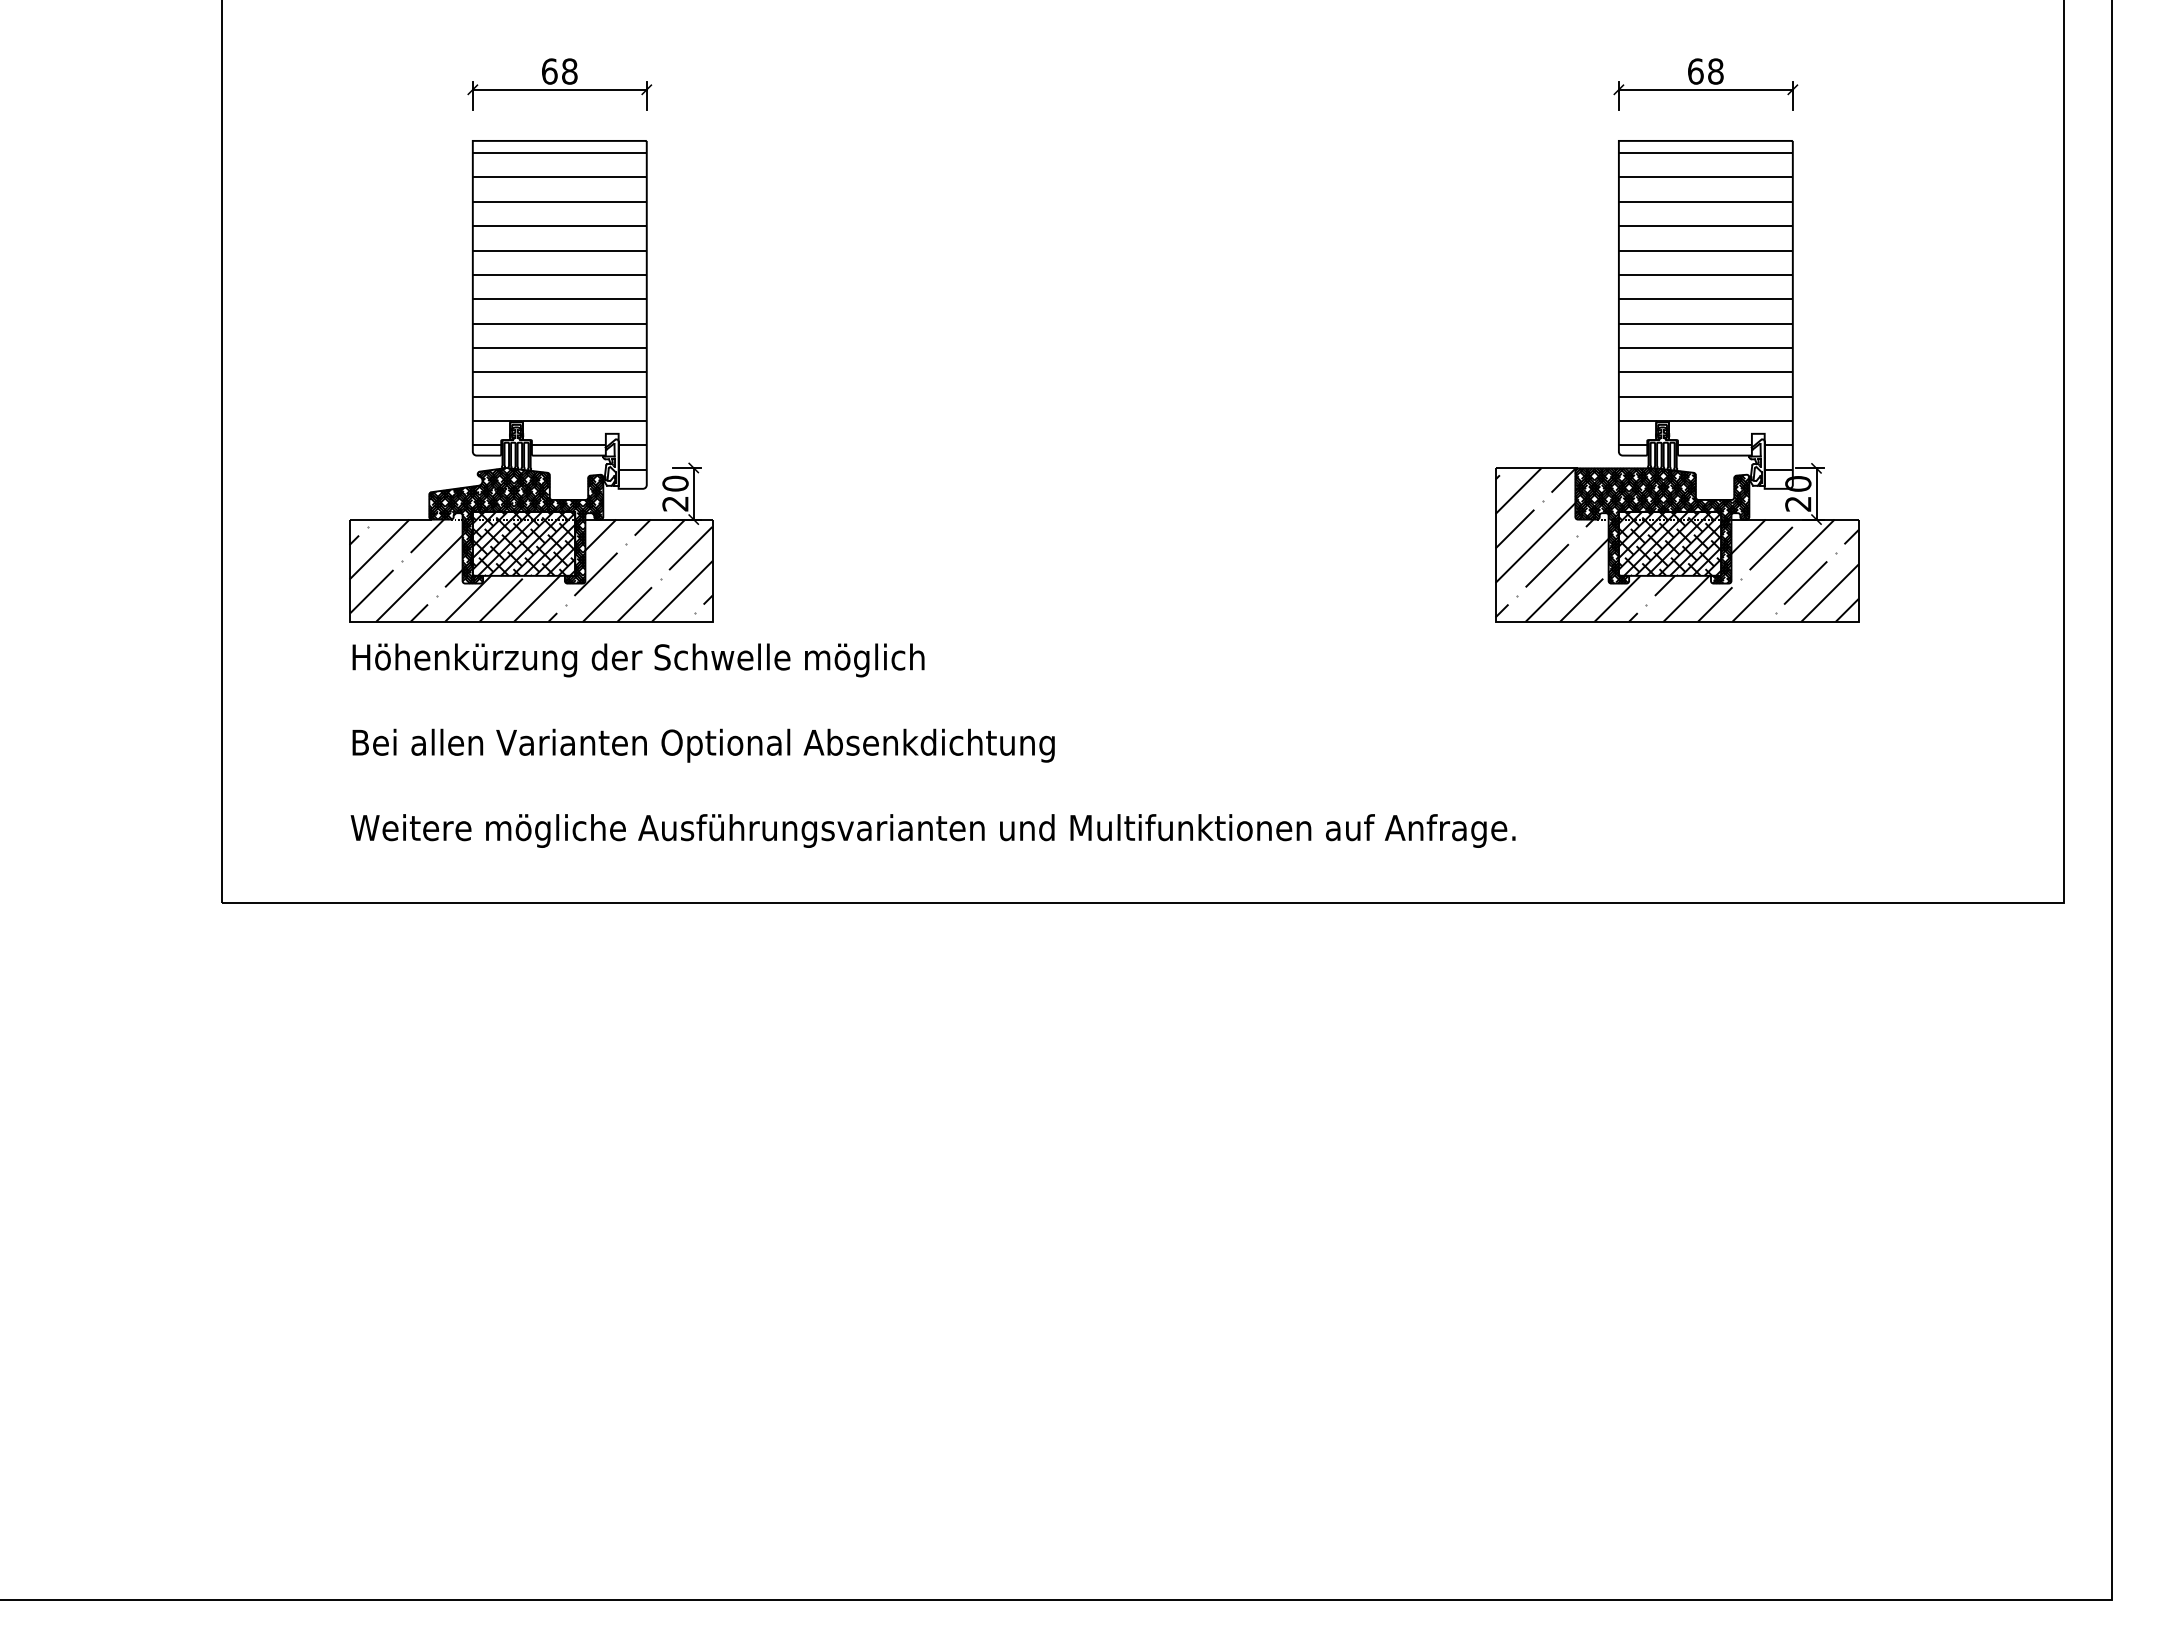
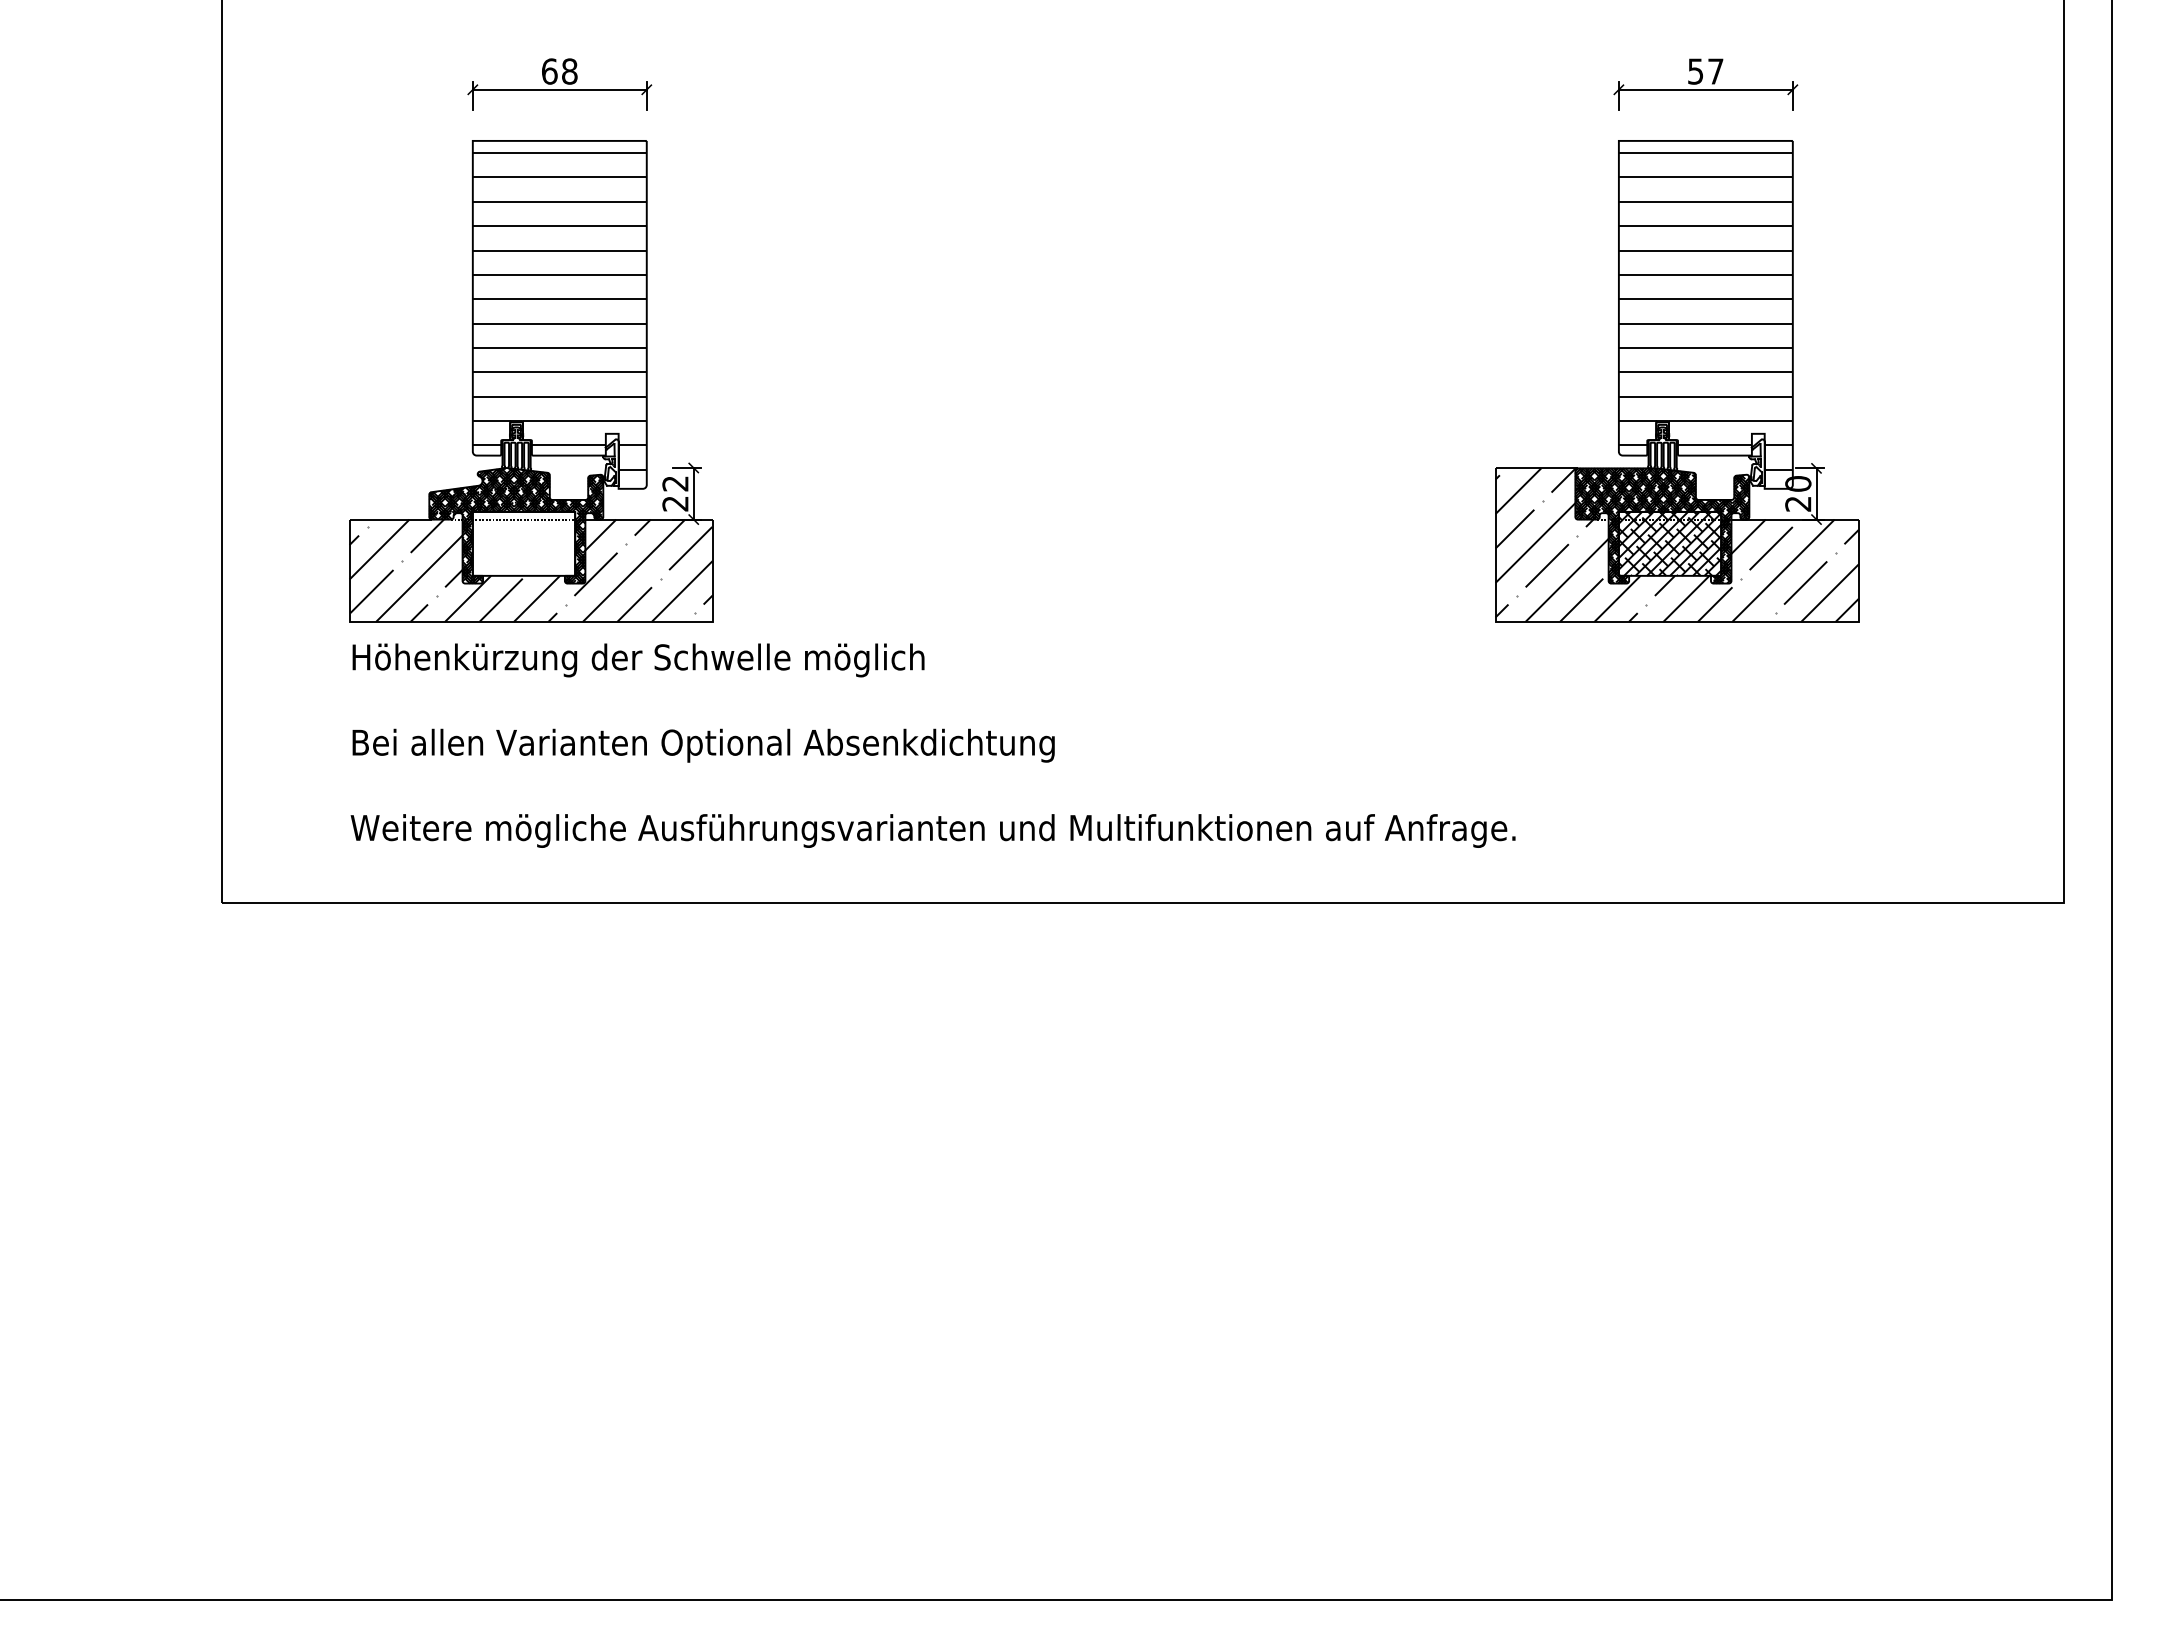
text at (1705, 71): 68 -> 57
text at (675, 483): 20 -> 22
hatch at (523, 543): present -> none
